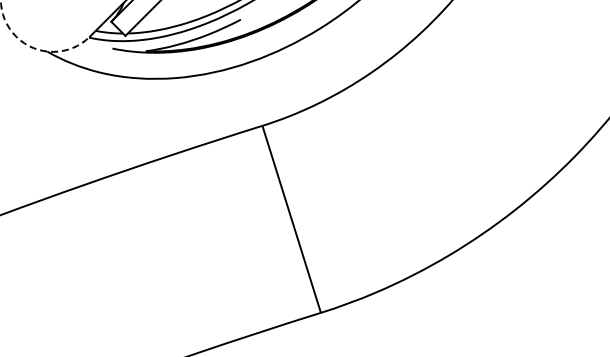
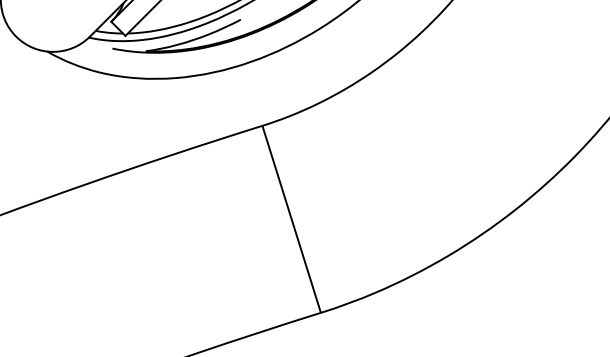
arc at (33, 48): dashed -> solid
